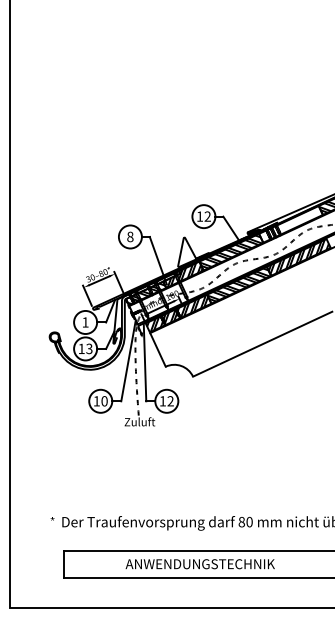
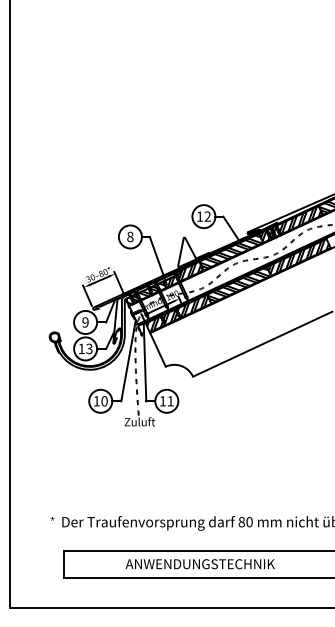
hatch at (291, 223): none -> present
text at (85, 322): 1 -> 9
text at (170, 401): 12 -> 11
